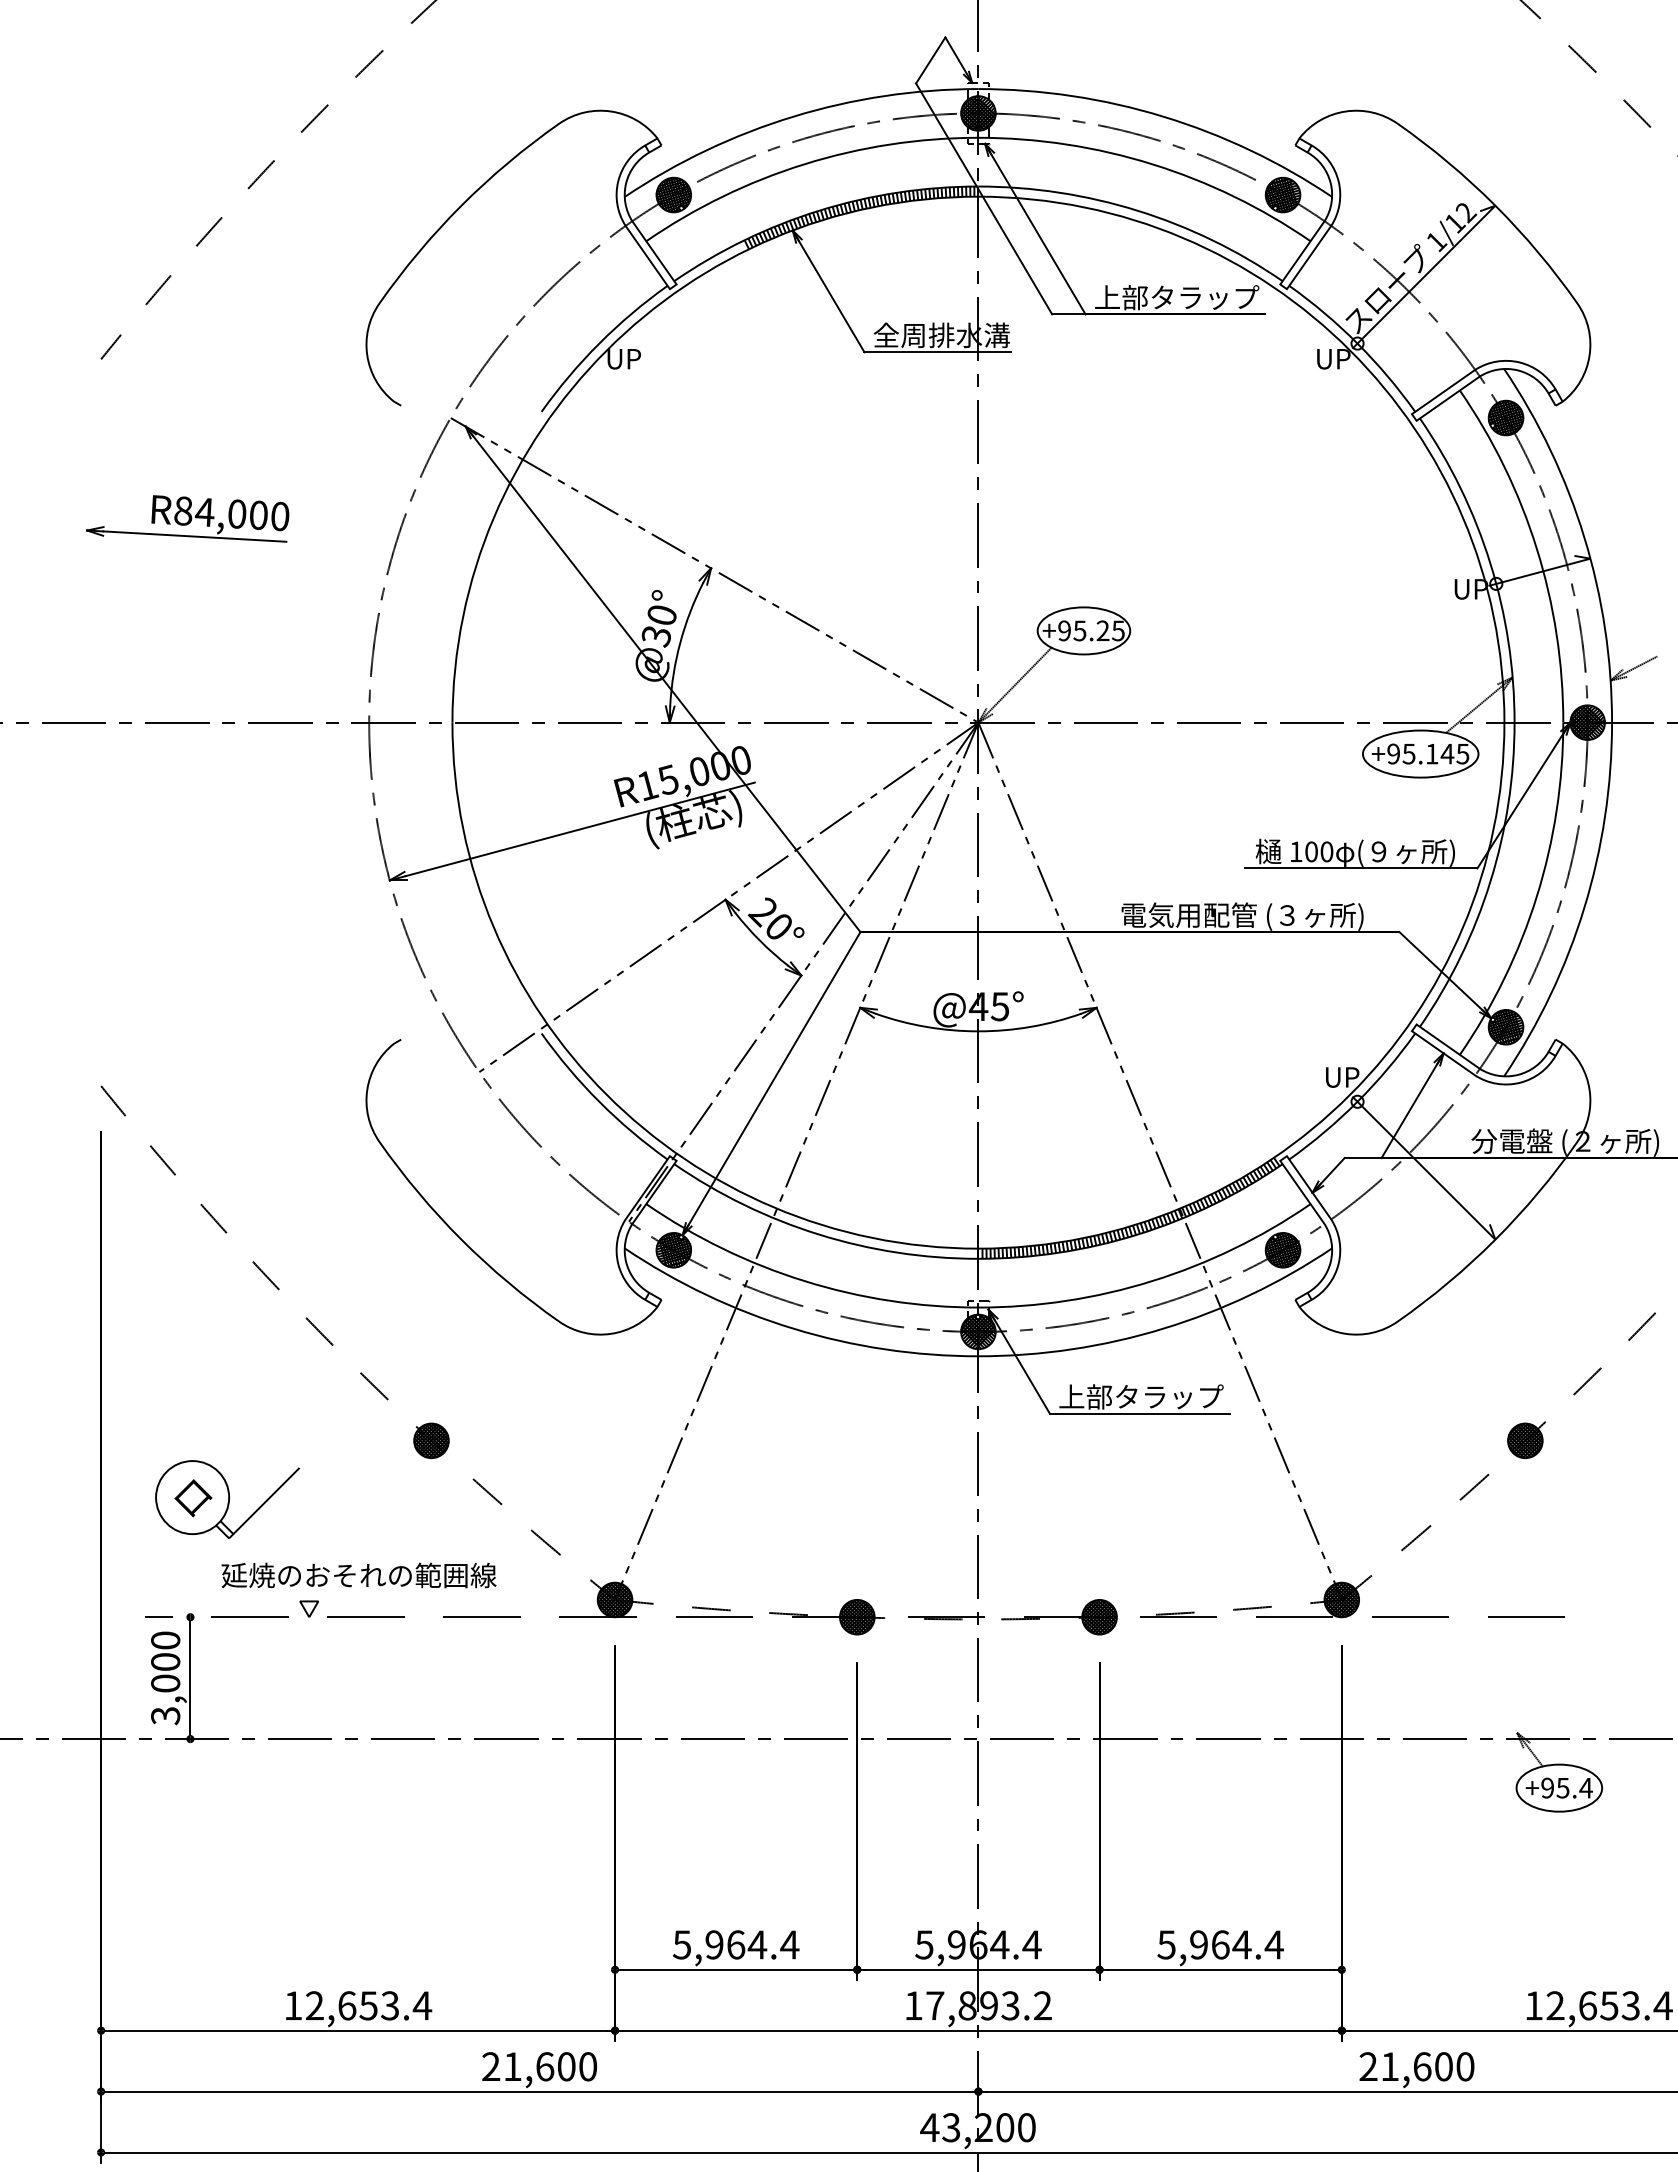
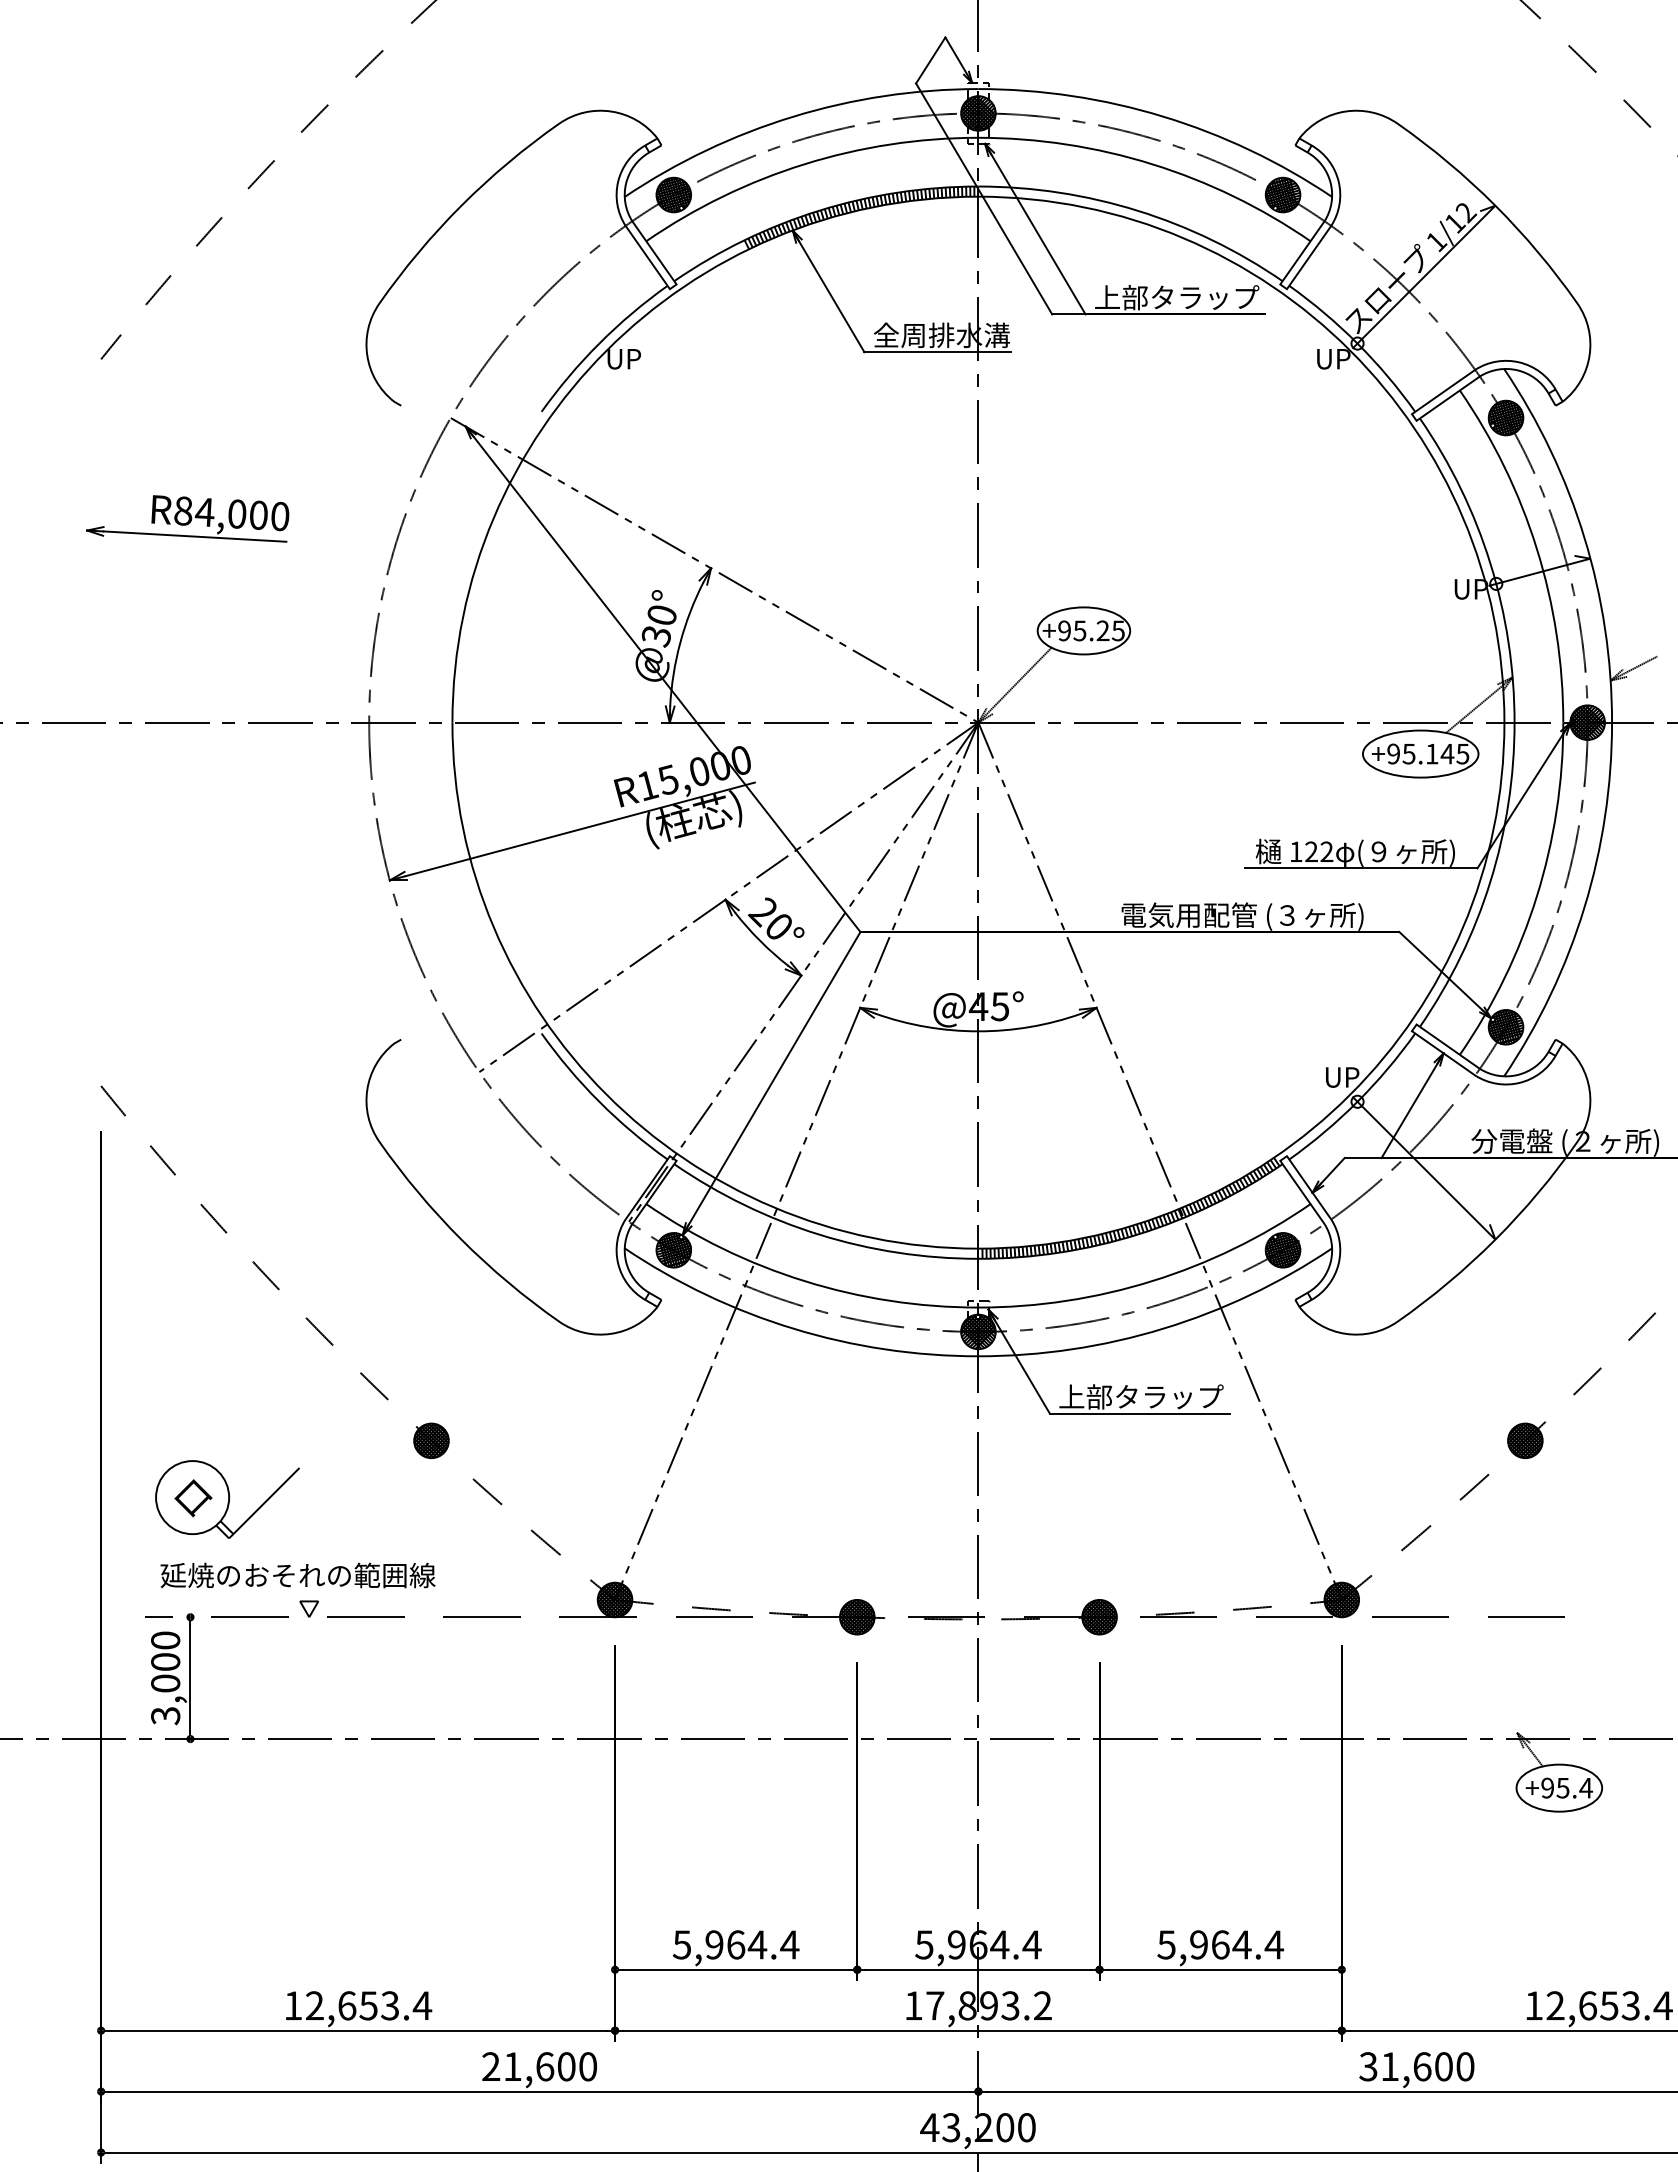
text at (1319, 851): 100 -> 122
text at (358, 1575) position: (358, 1575) -> (297, 1575)
text at (1368, 2066): 21,600 -> 31,600
